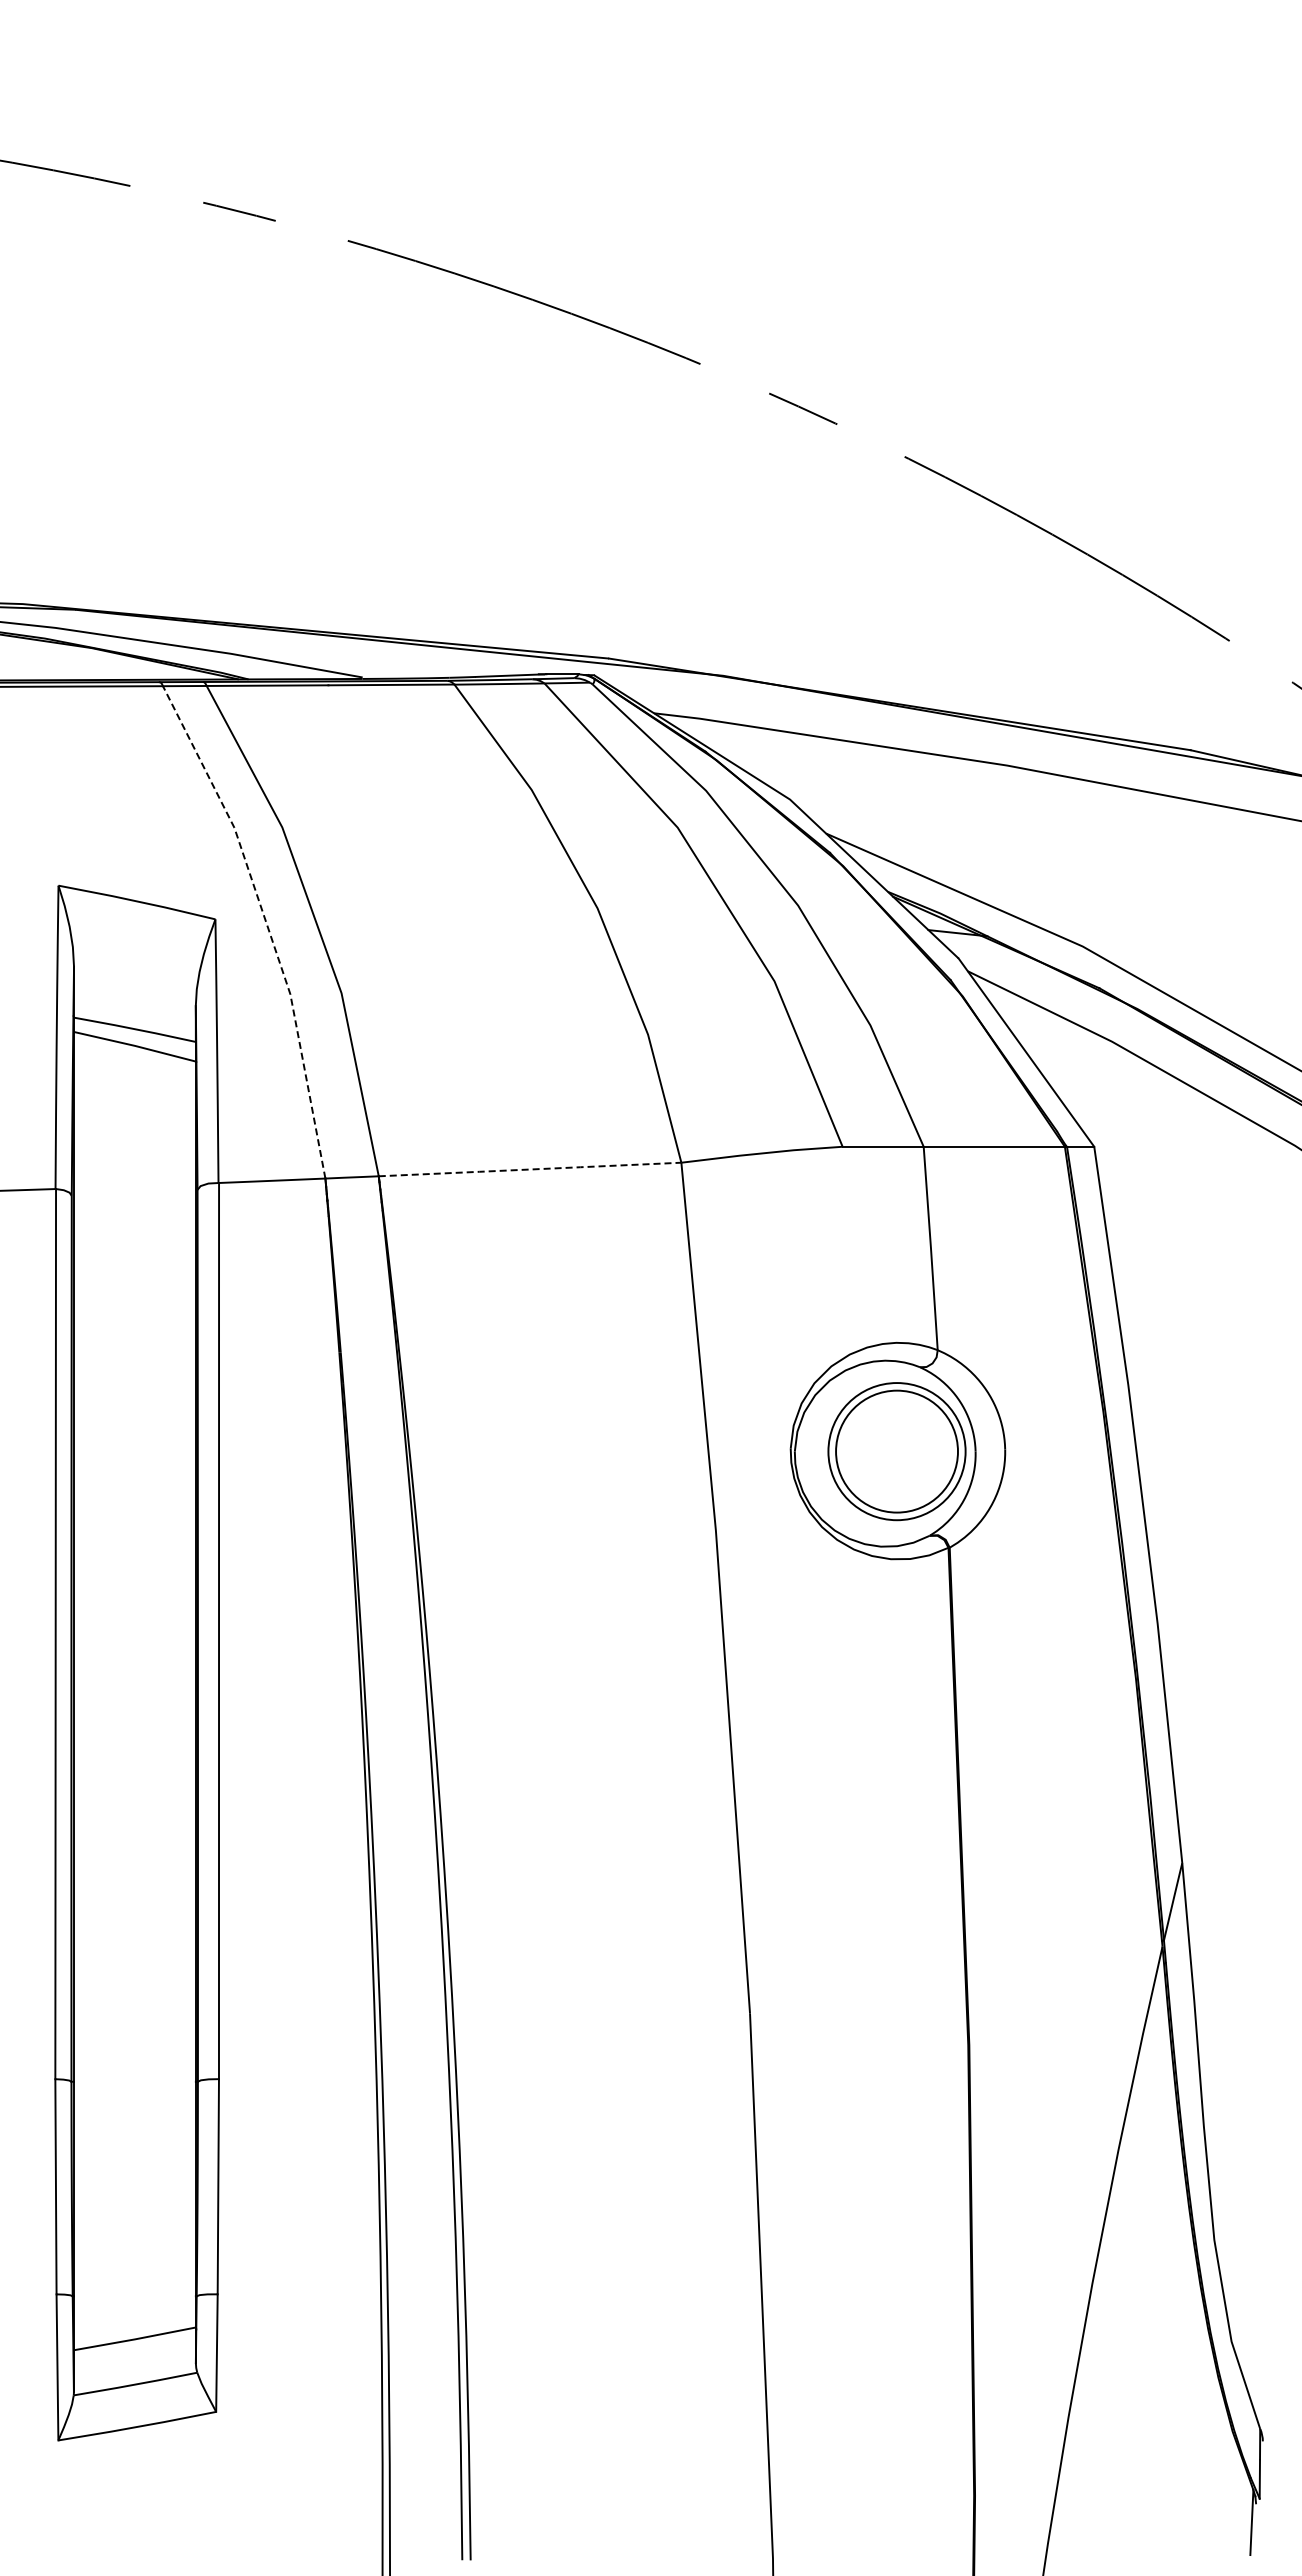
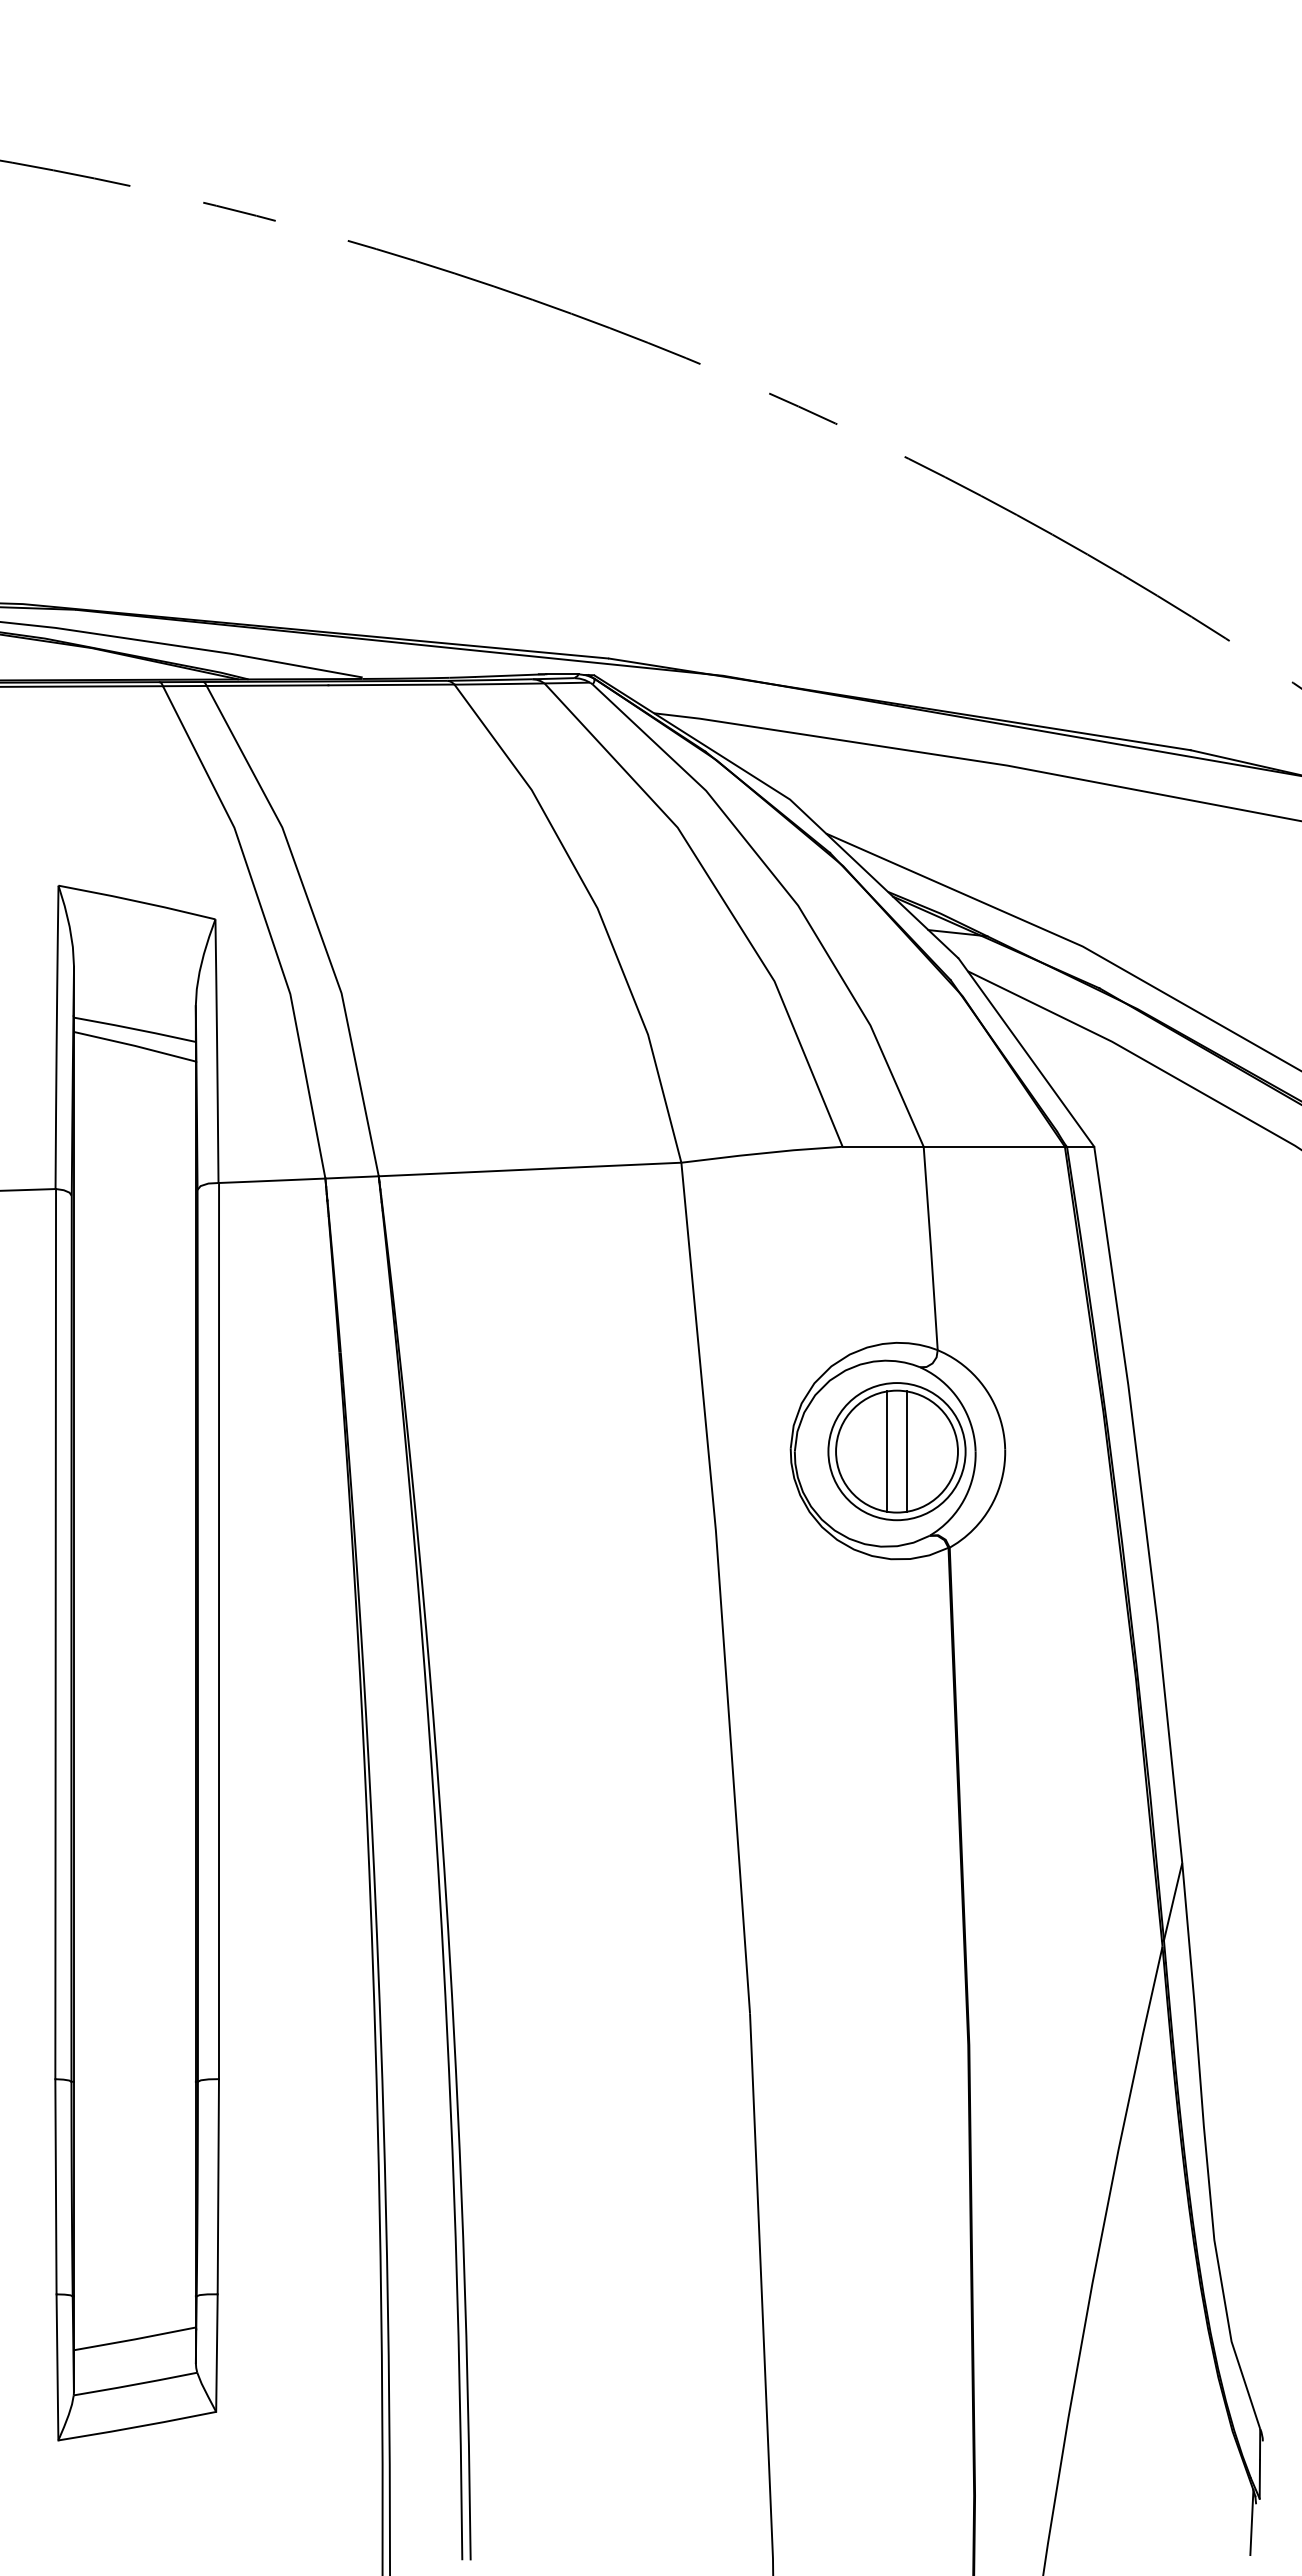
line at (266, 924): dashed -> solid
line at (529, 1169): dashed -> solid
line at (887, 1451): none -> present
line at (906, 1451): none -> present
